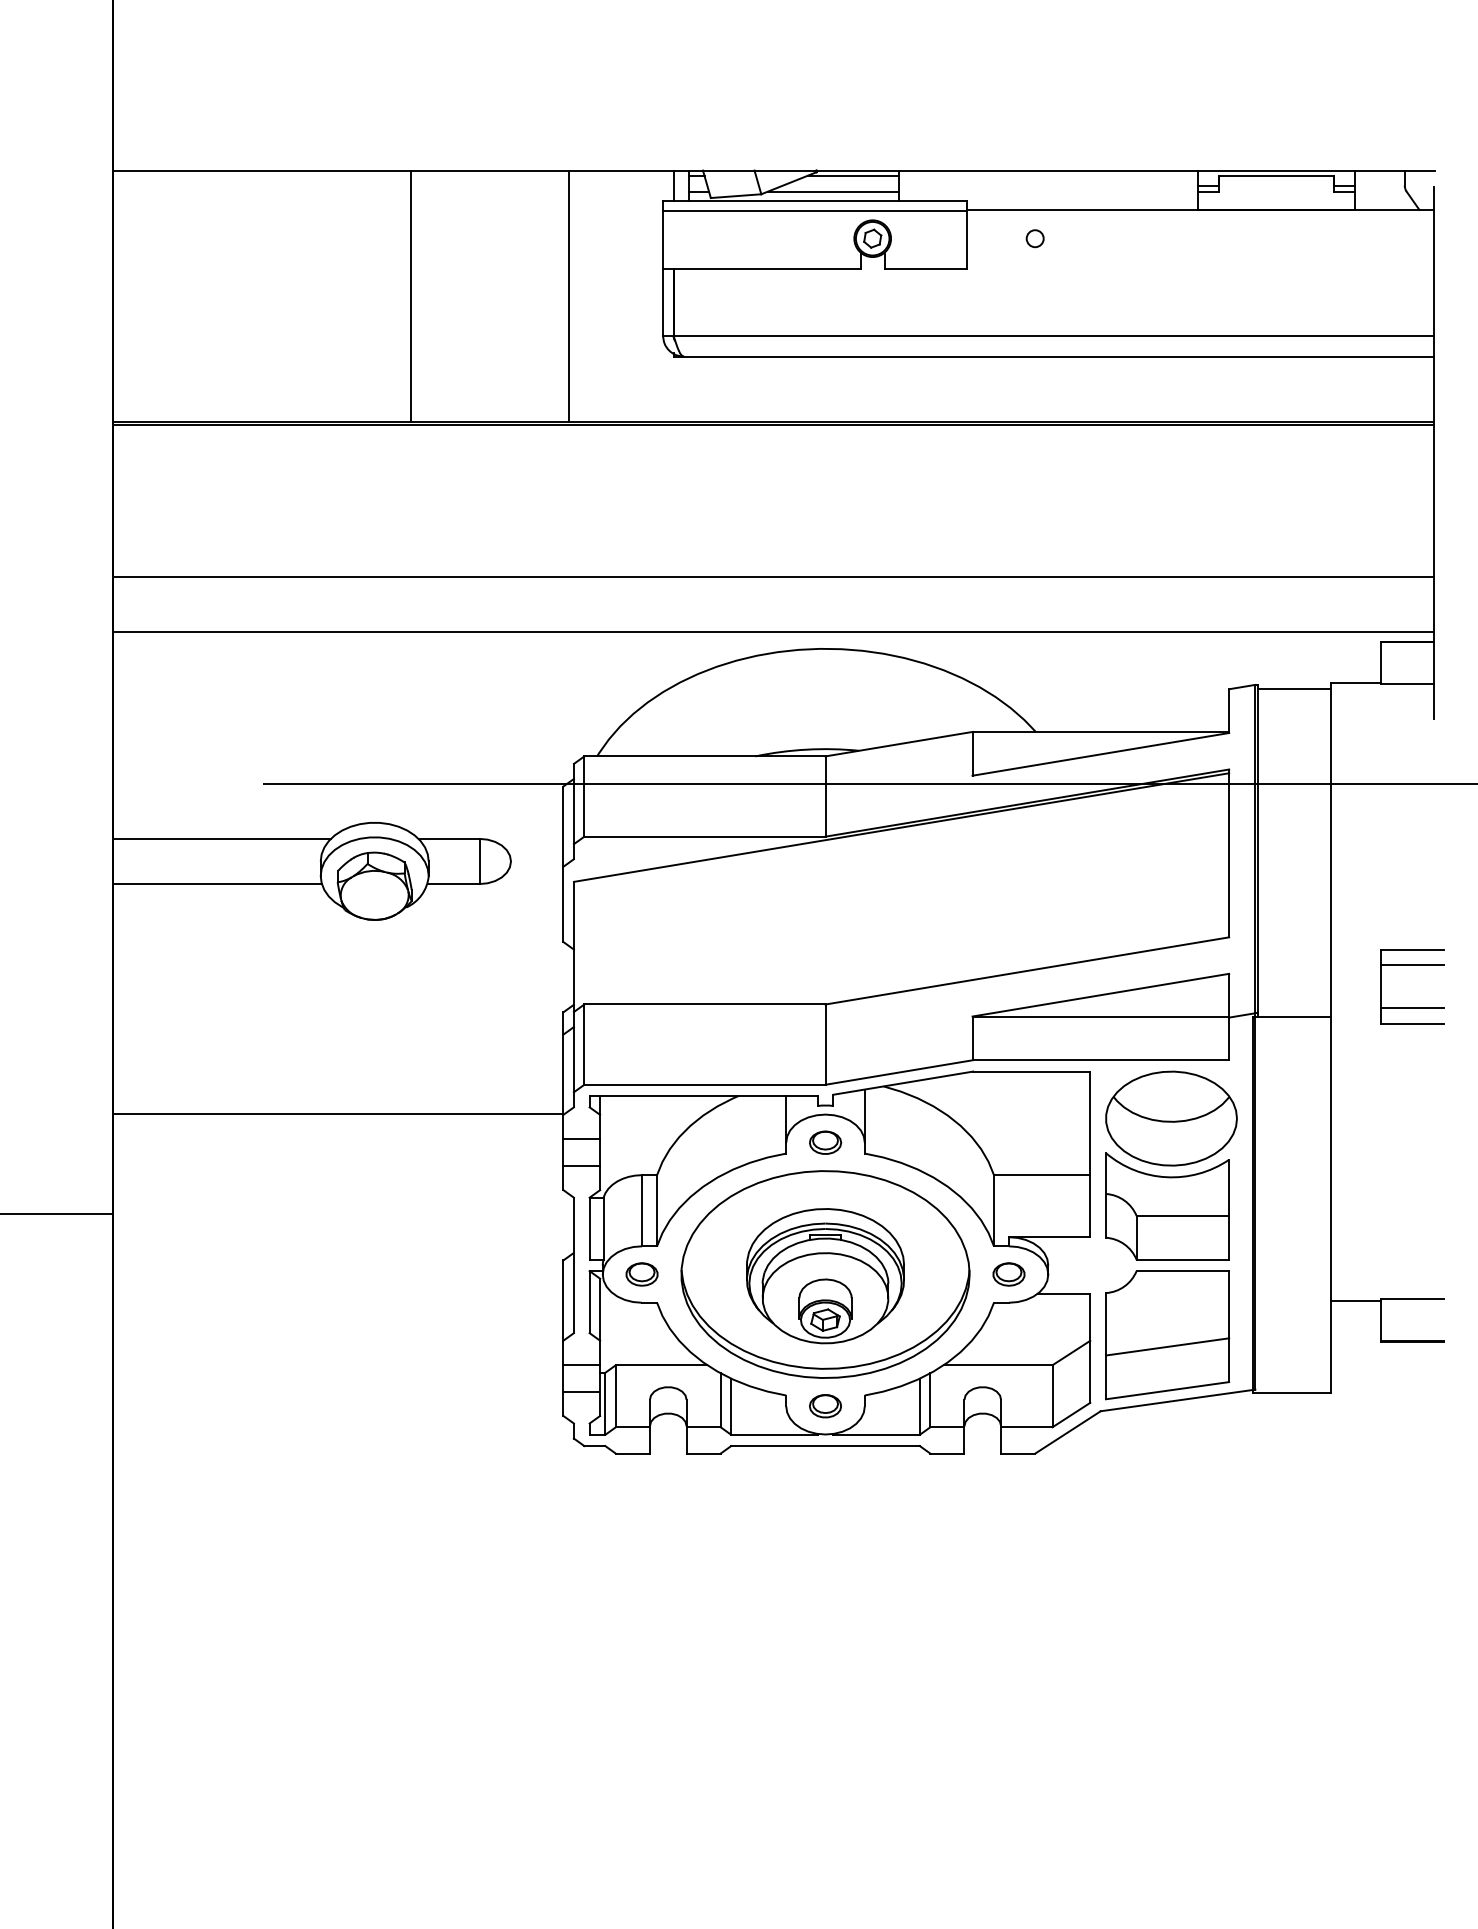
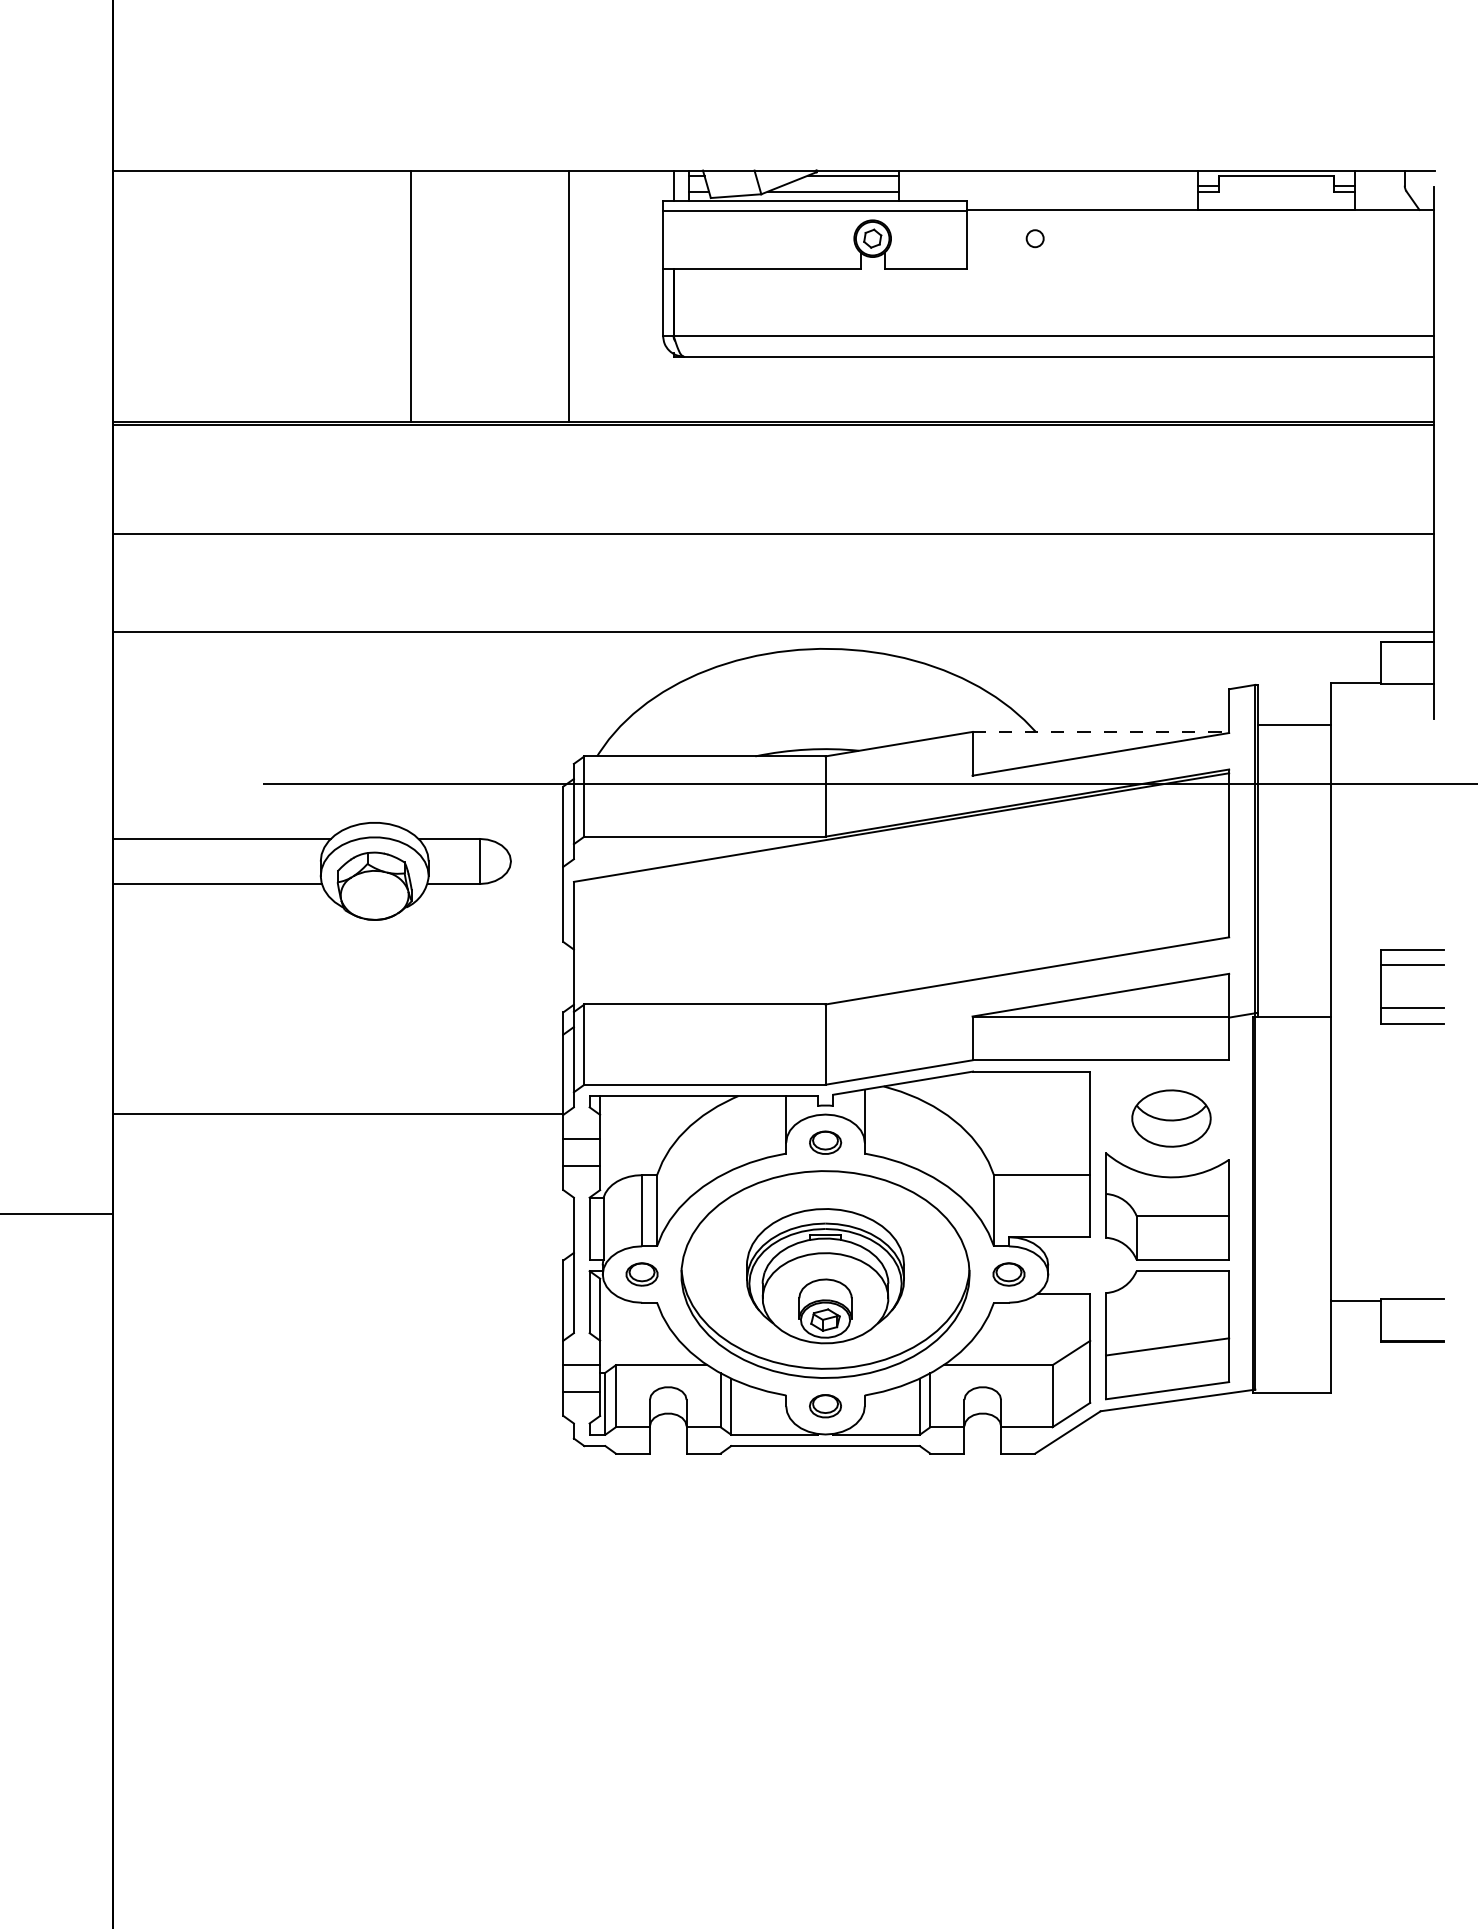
line at (772, 577) position: (772, 577) -> (772, 534)
line at (1294, 688) position: (1294, 688) -> (1294, 724)
line at (1101, 731): solid -> dashed
part at (1171, 1118) size: 133x97 px -> 81x59 px
